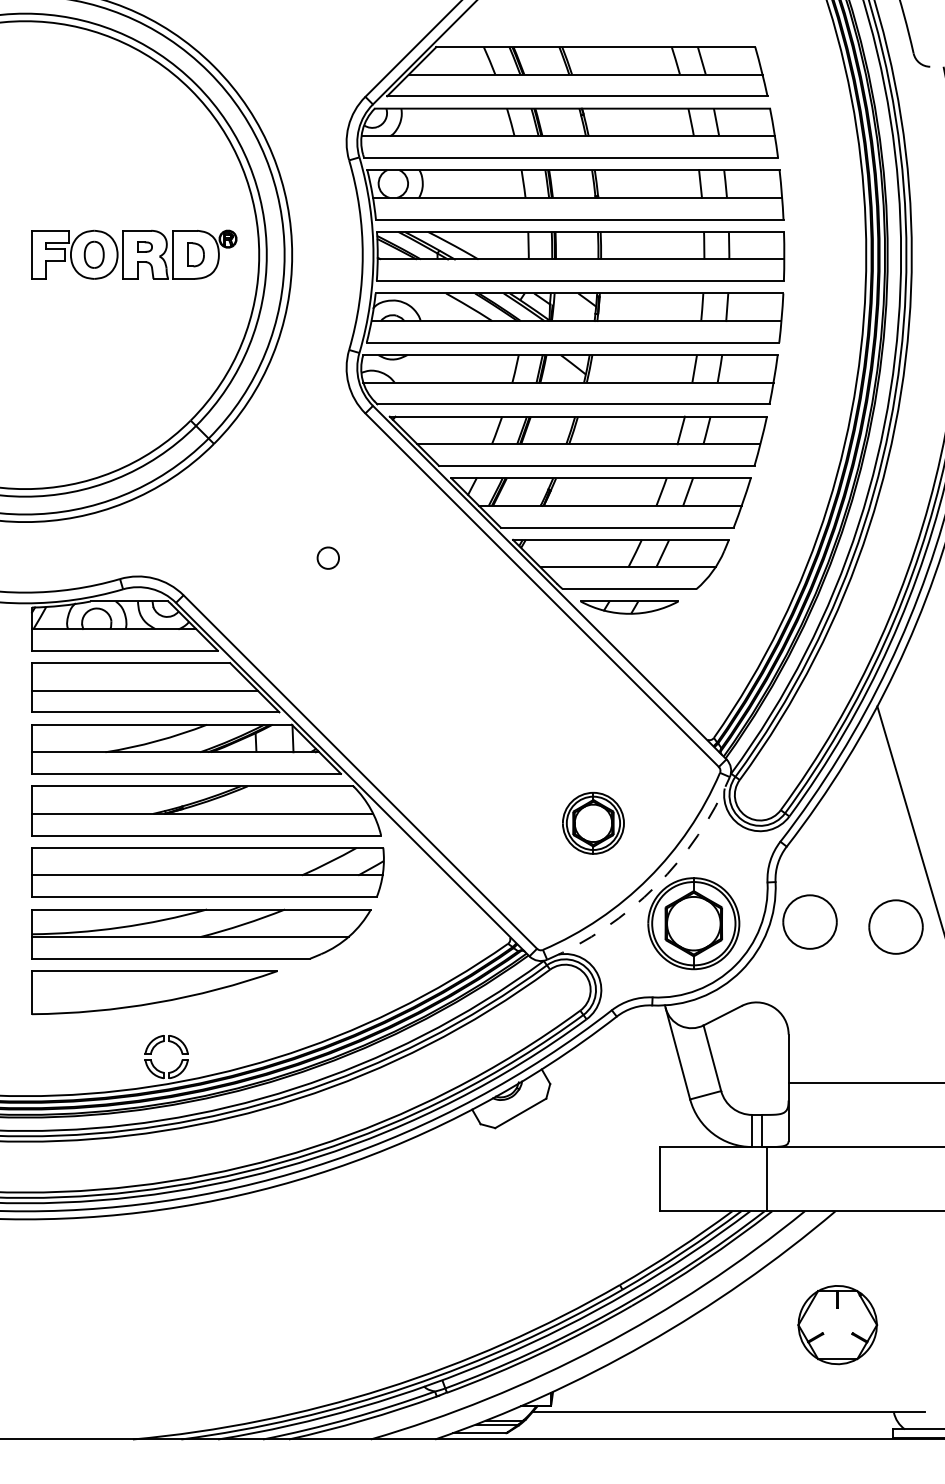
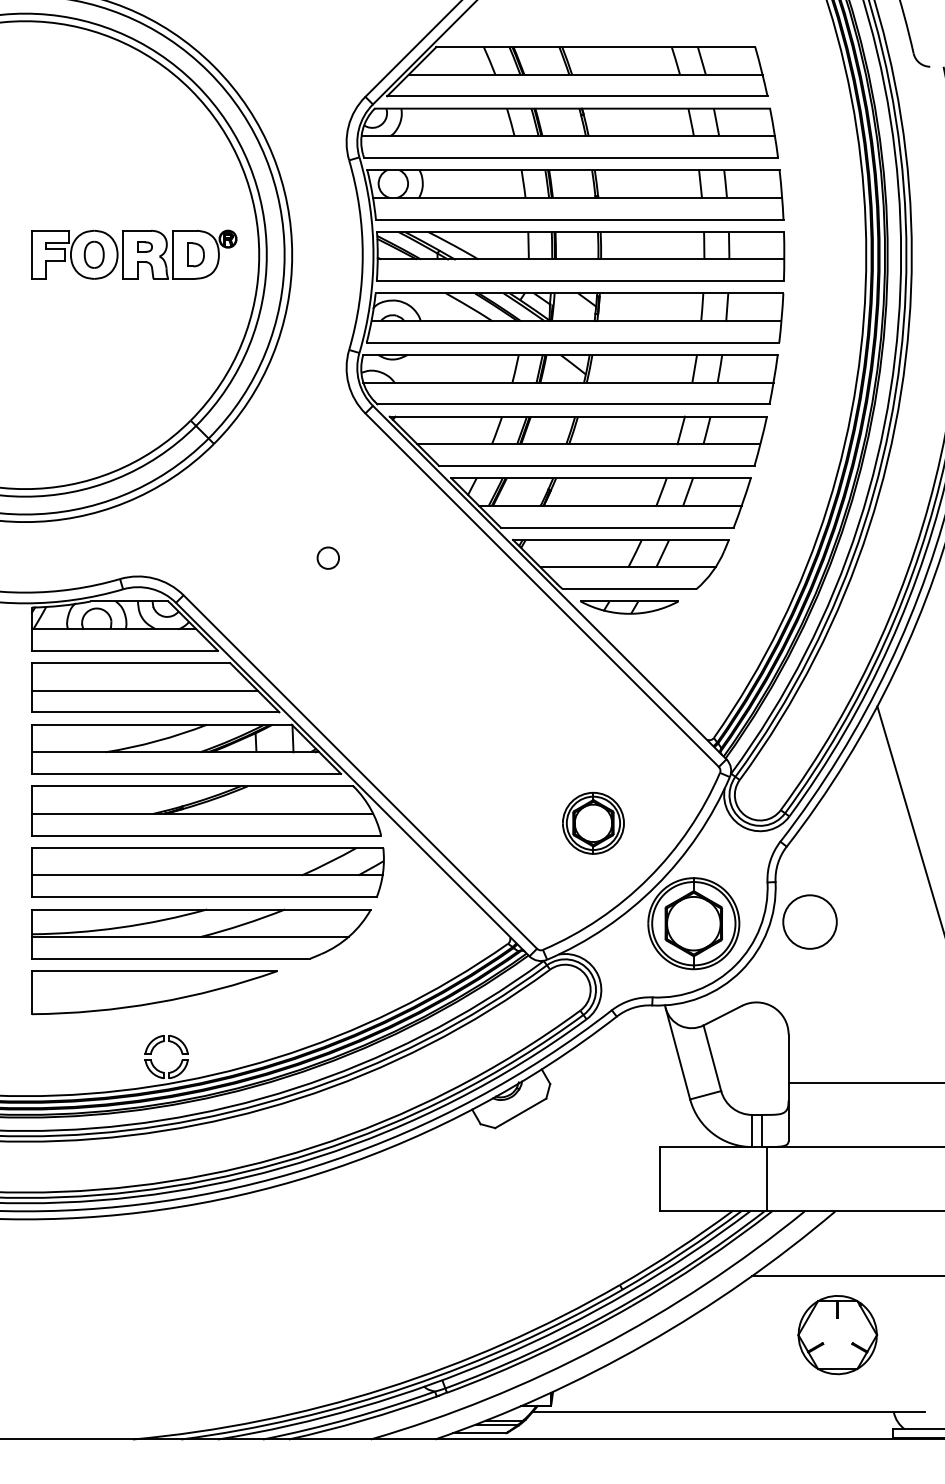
arc at (656, 885): dashed -> solid
part at (895, 926): present -> none
line at (846, 1276): none -> present
part at (837, 1325) position: (837, 1325) -> (837, 1335)
